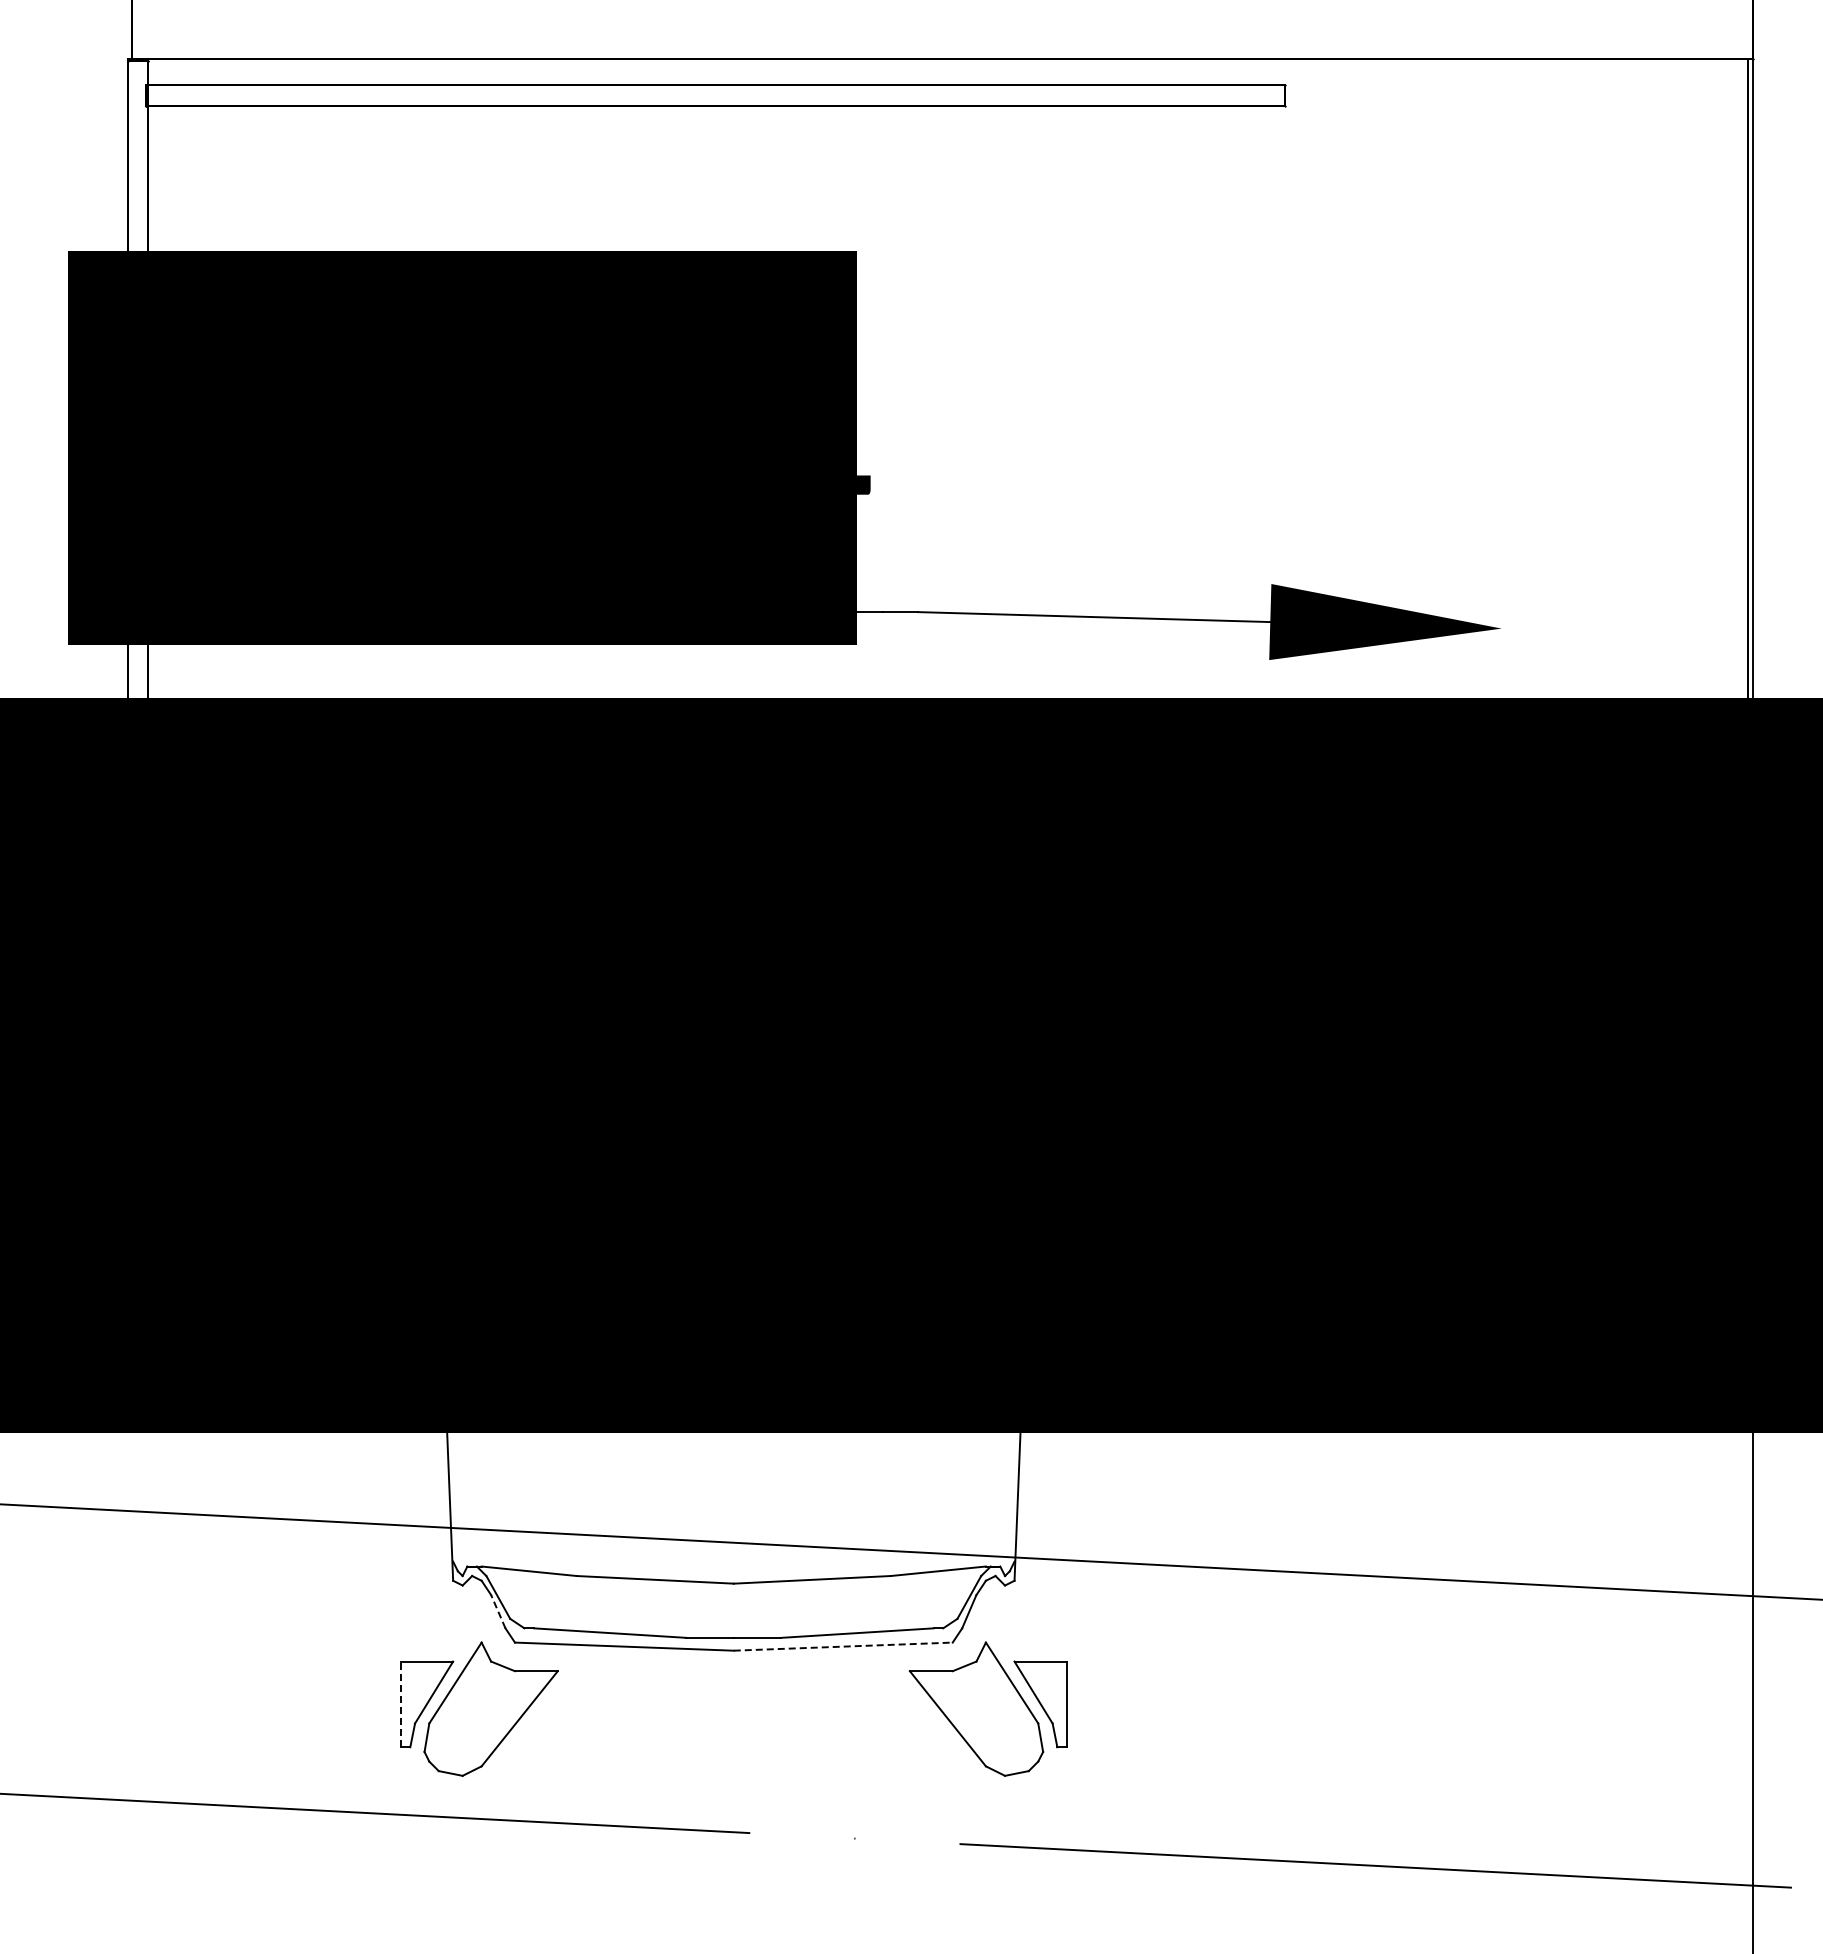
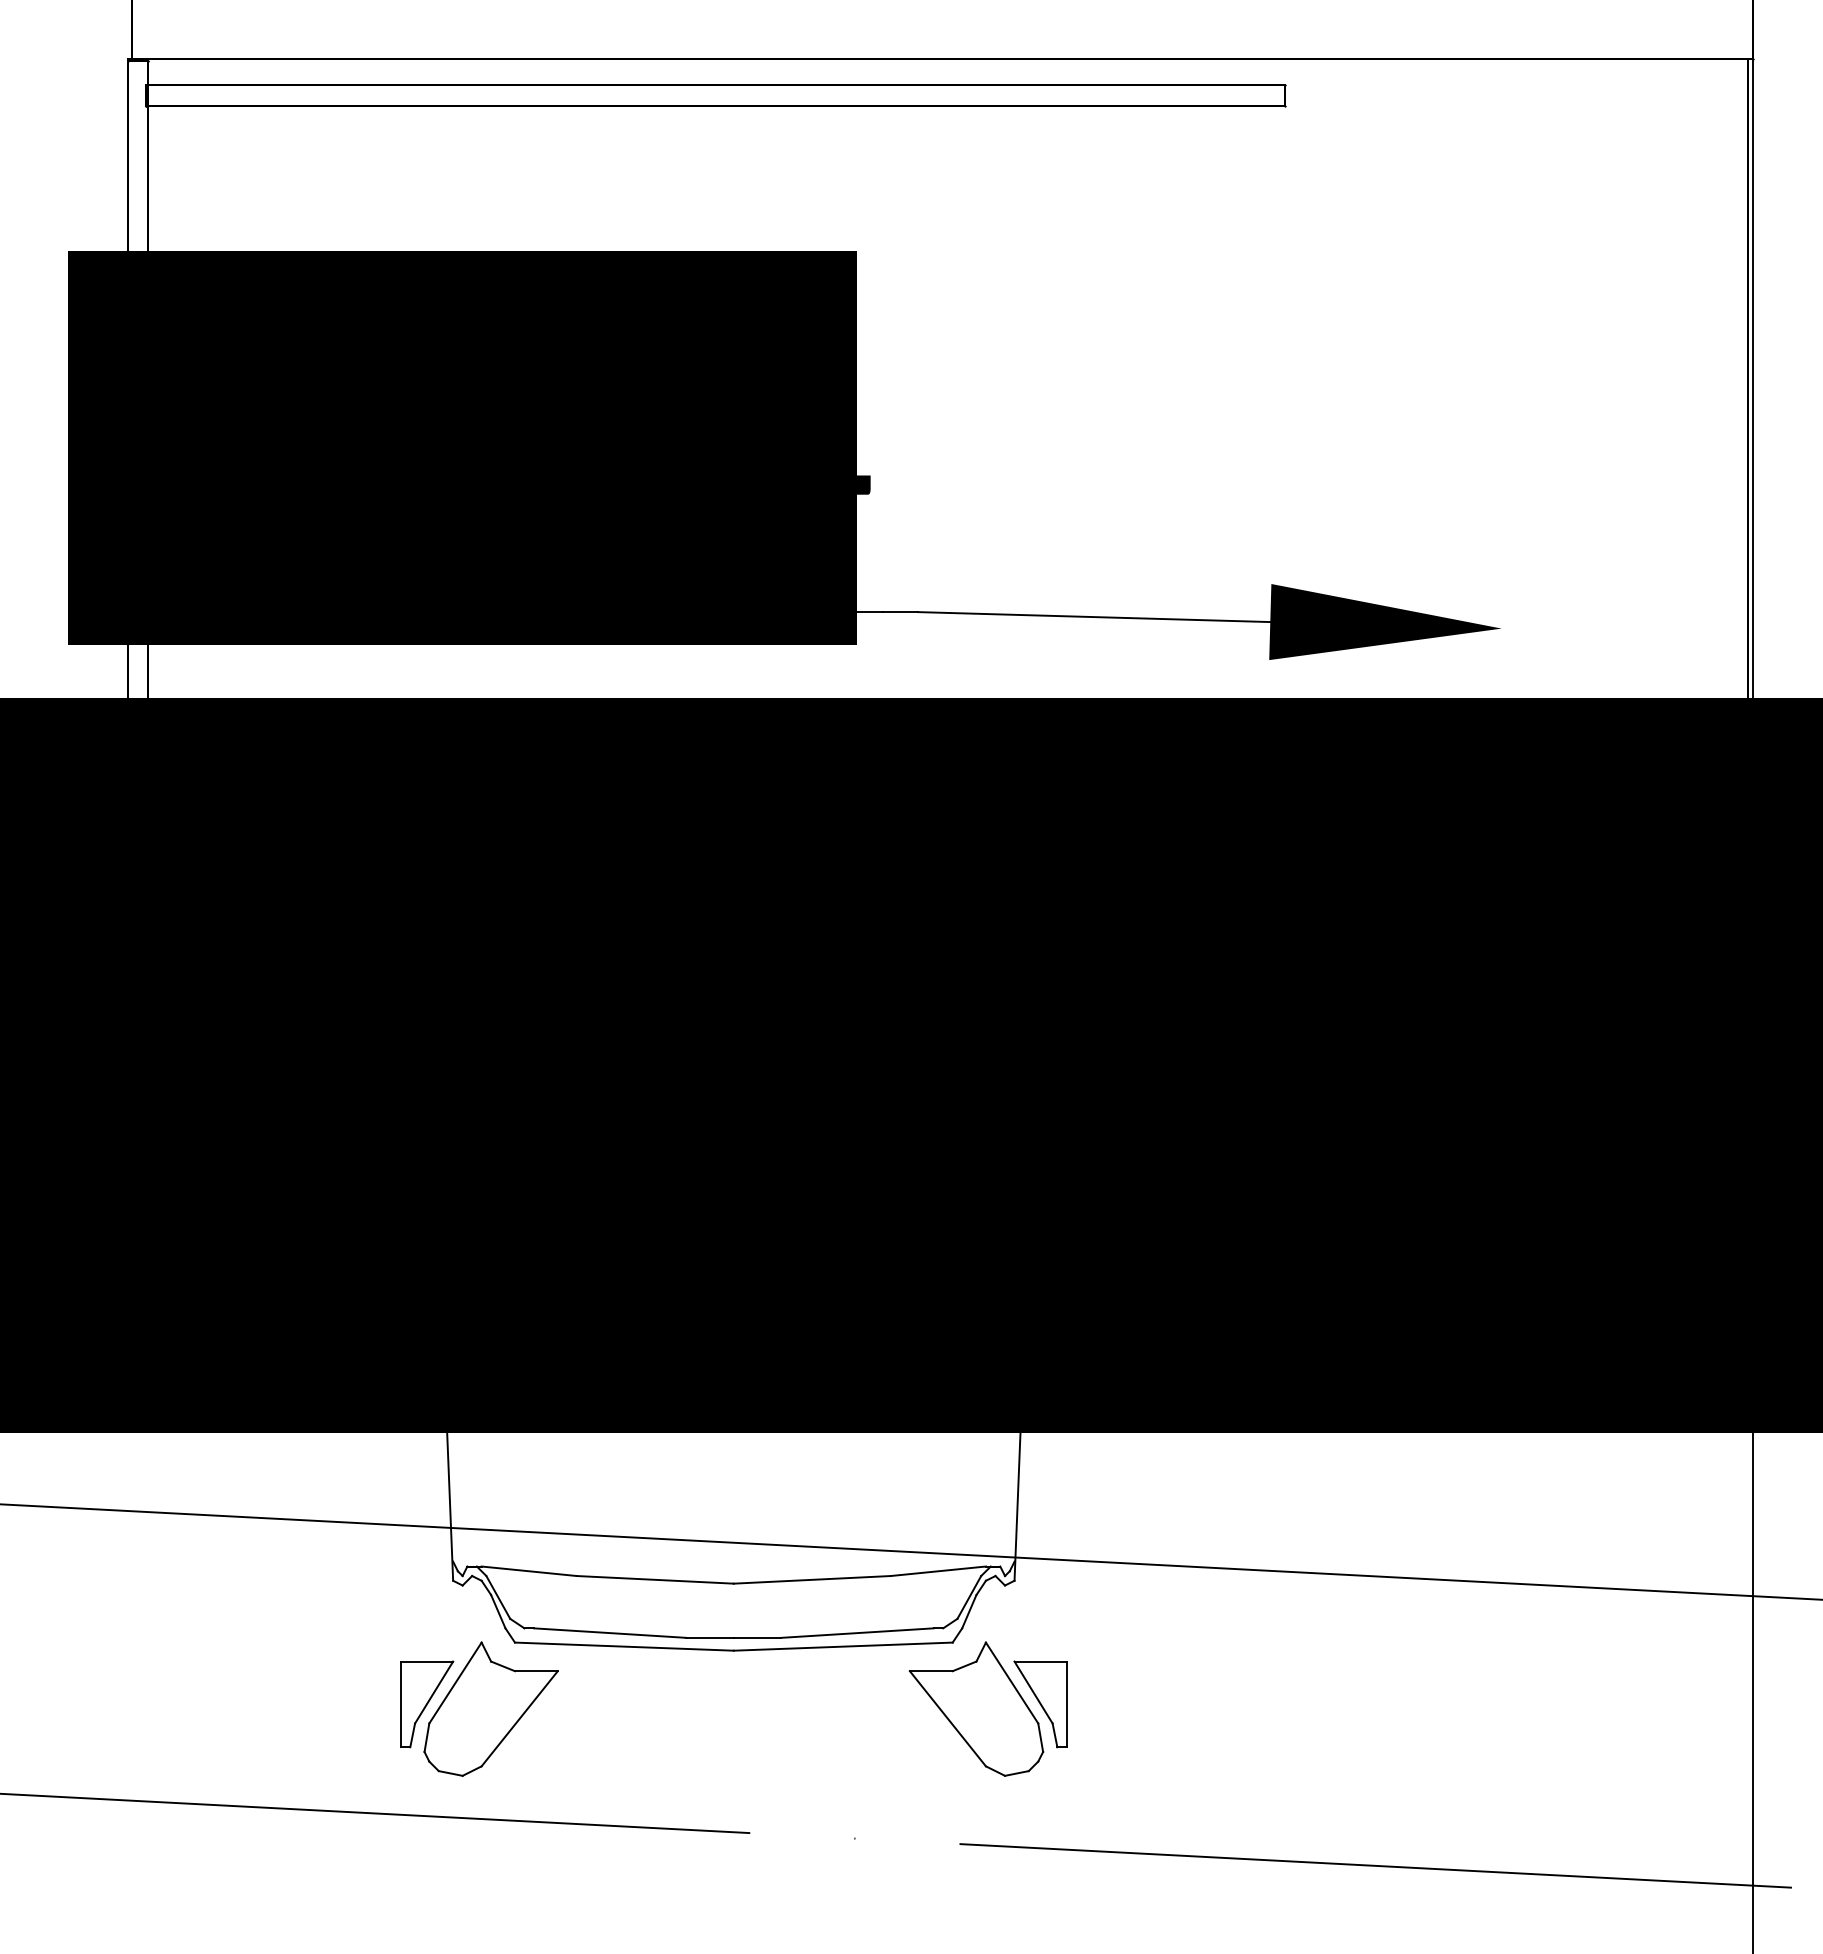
line at (498, 1611): dashed -> solid
line at (843, 1646): dashed -> solid
line at (400, 1704): dashed -> solid
